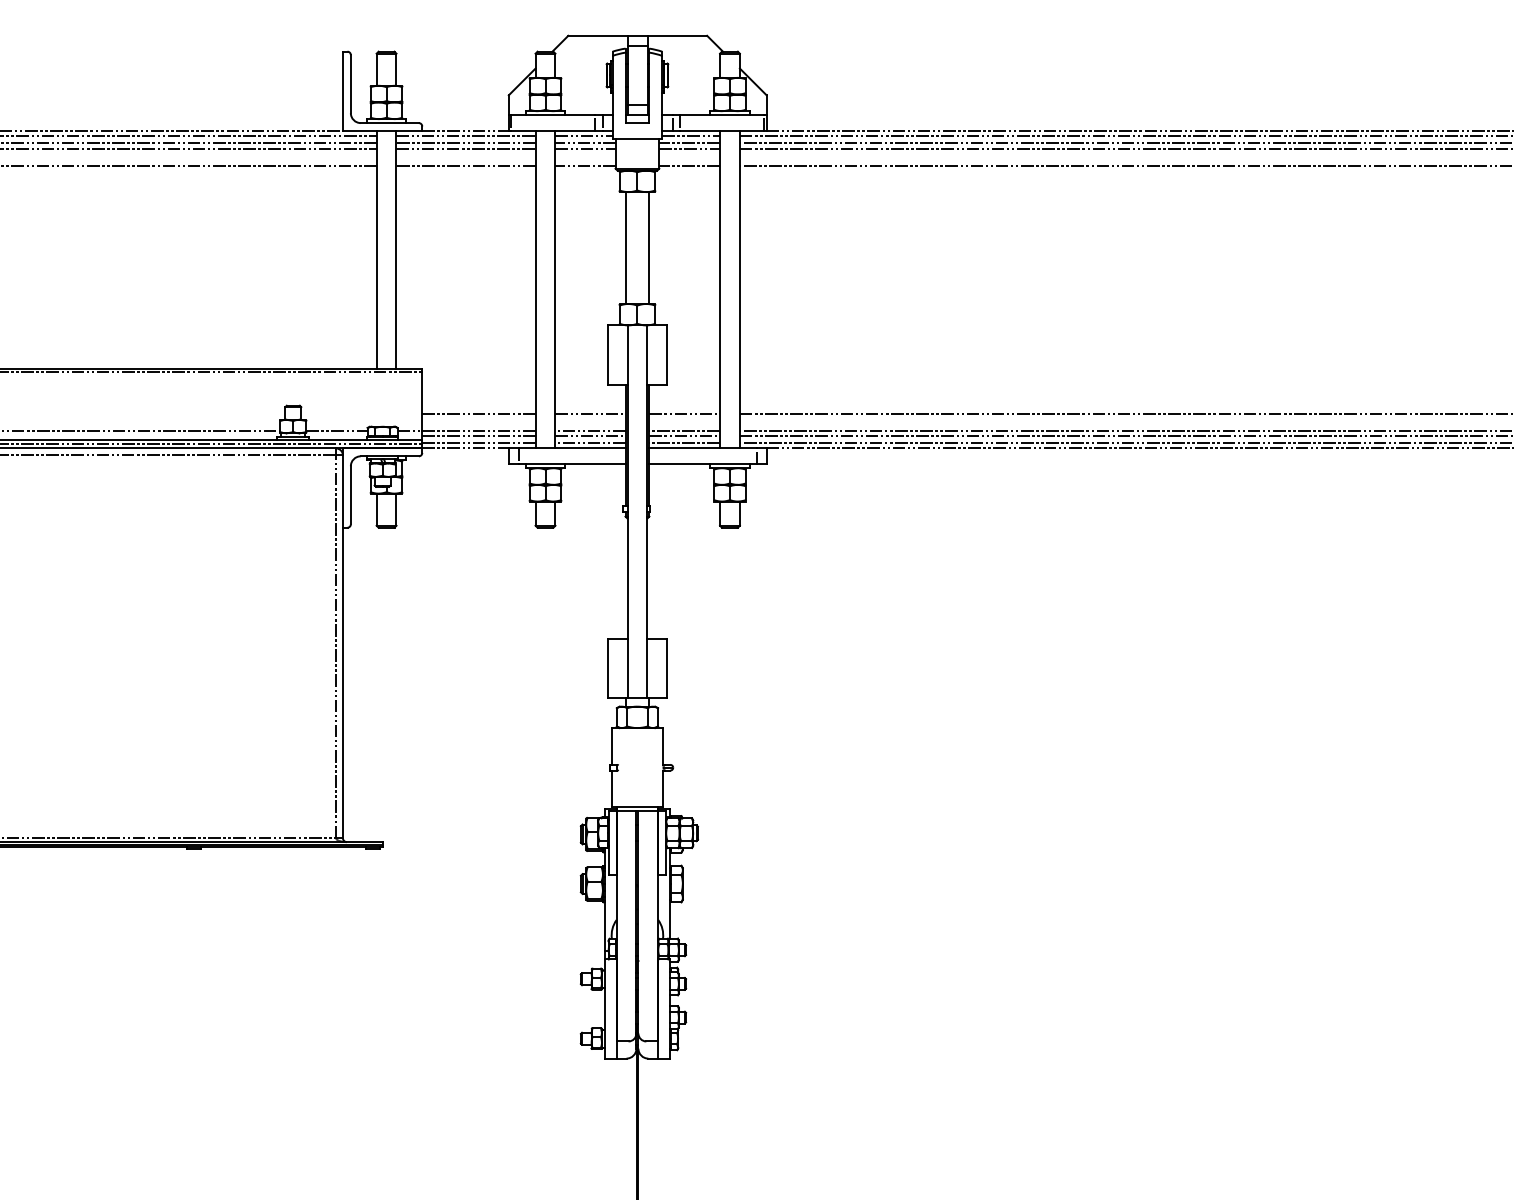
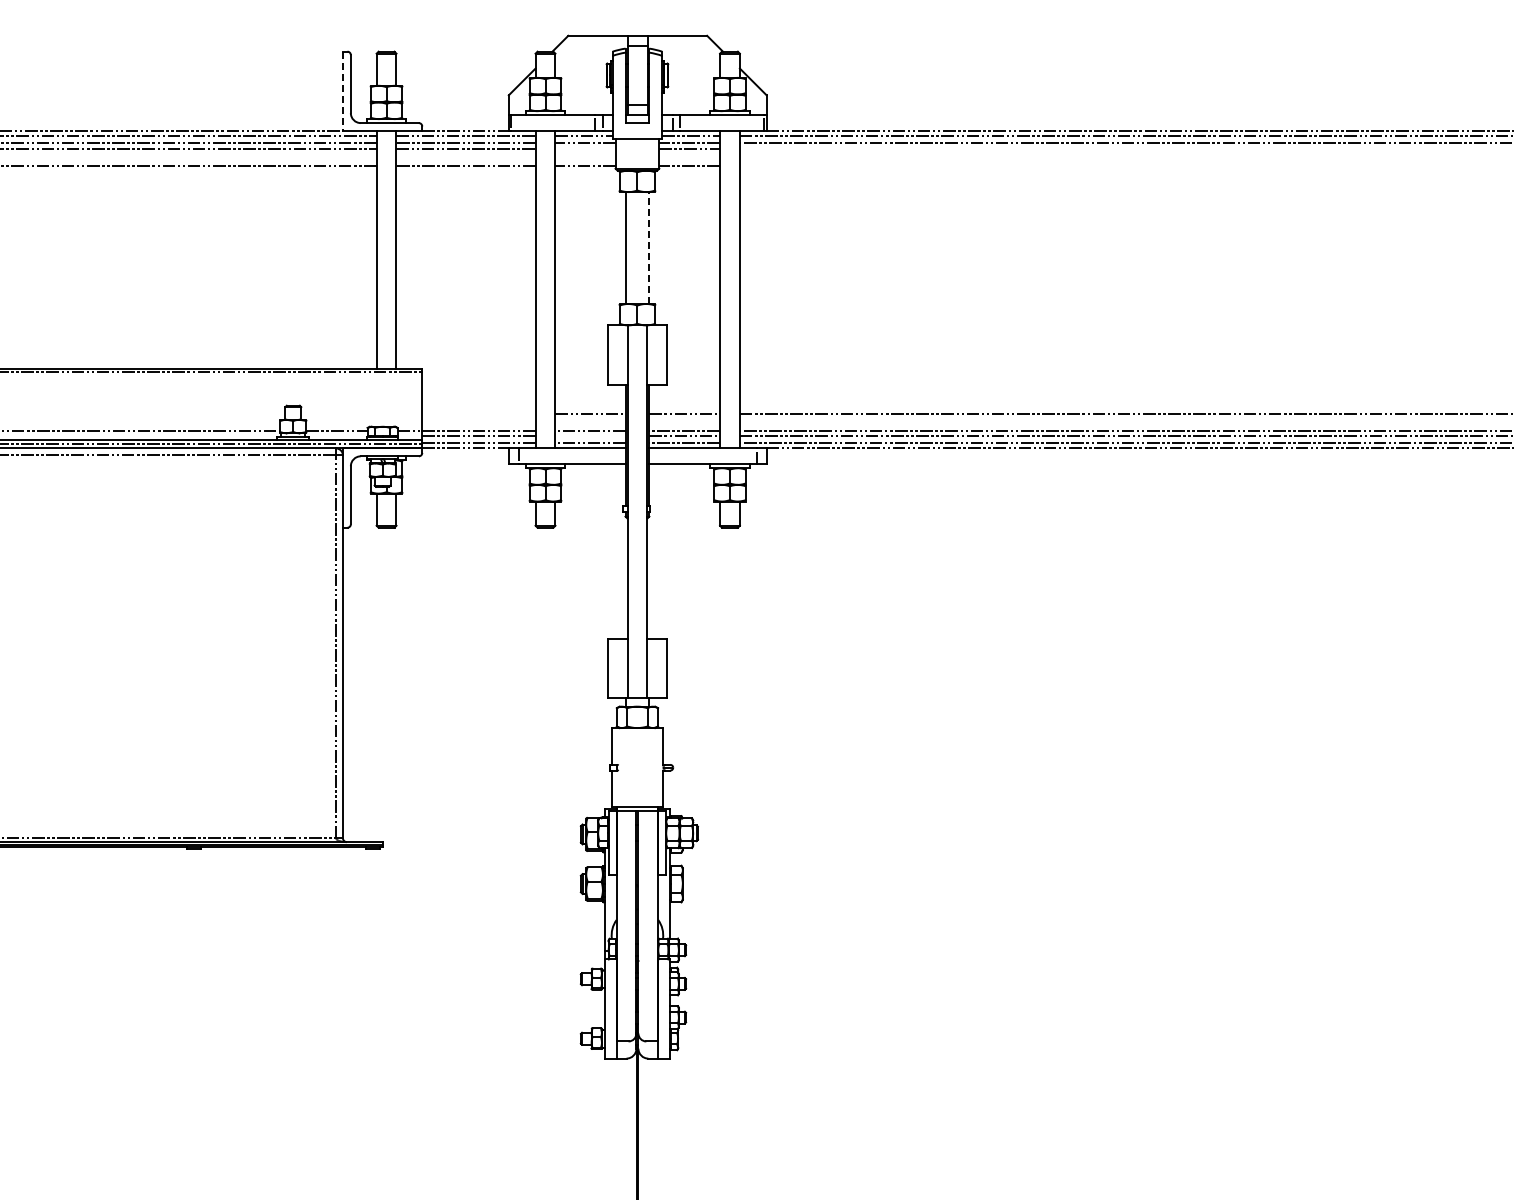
line at (342, 91): solid -> dashed
line at (585, 148): present -> none
line at (1124, 148): present -> none
line at (1124, 165): present -> none
line at (649, 248): solid -> dashed
line at (478, 413): present -> none
line at (590, 436): present -> none
